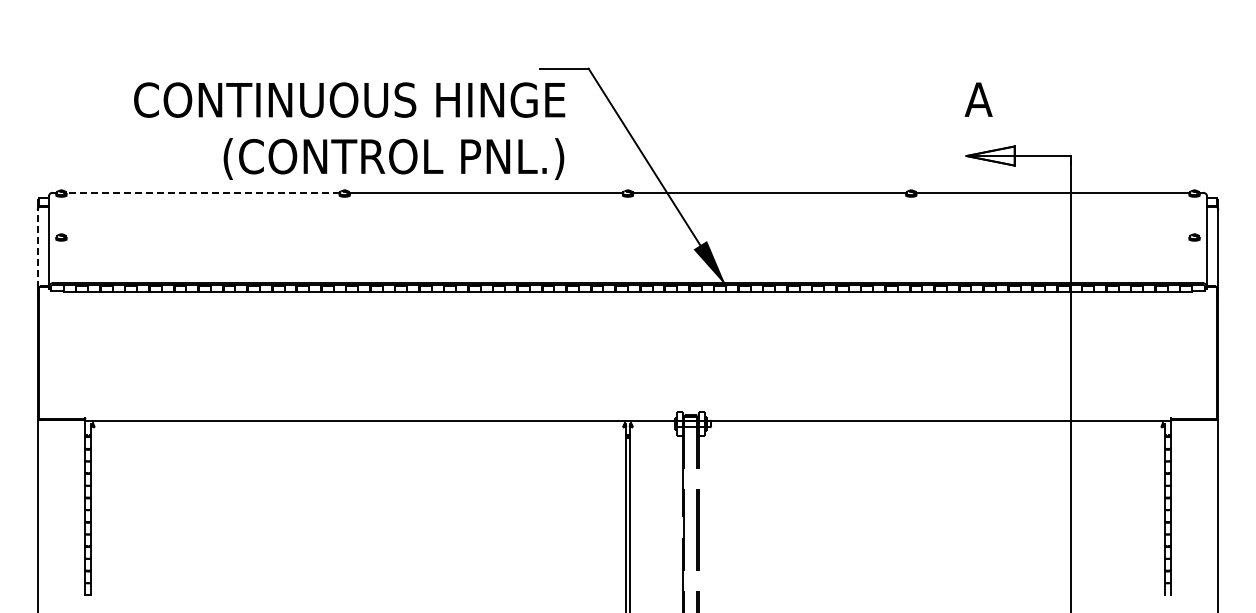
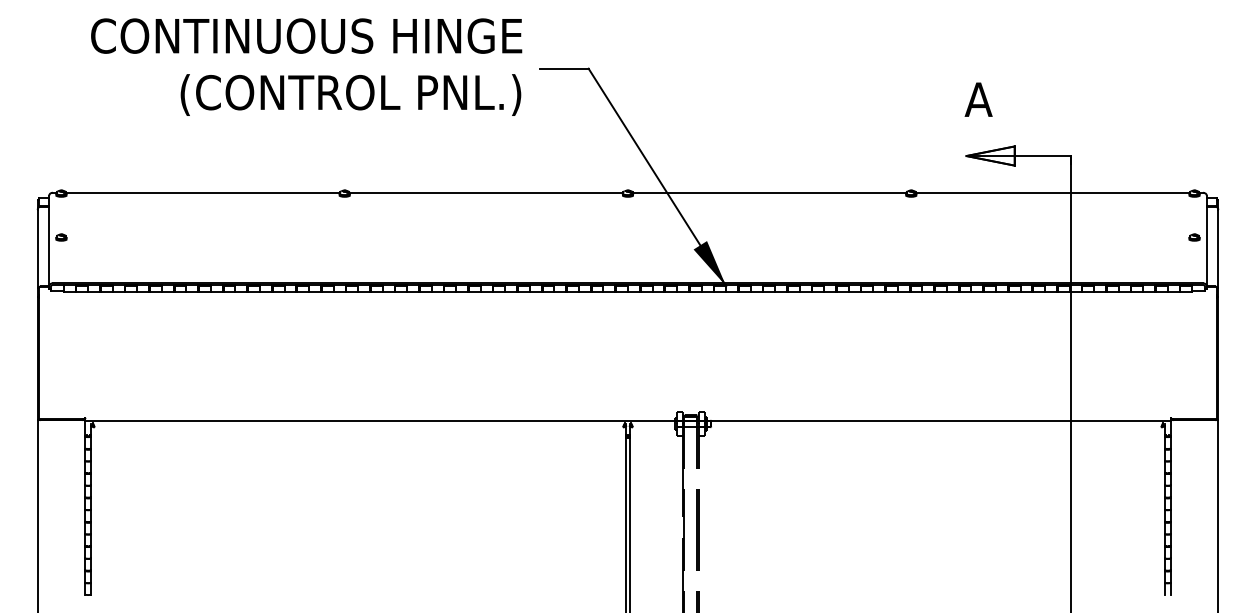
text at (349, 130) position: (349, 130) -> (306, 66)
line at (202, 192): dashed -> solid
line at (37, 248): dashed -> solid
